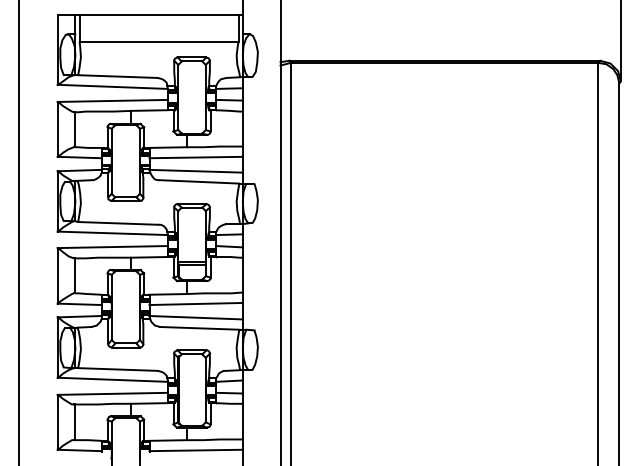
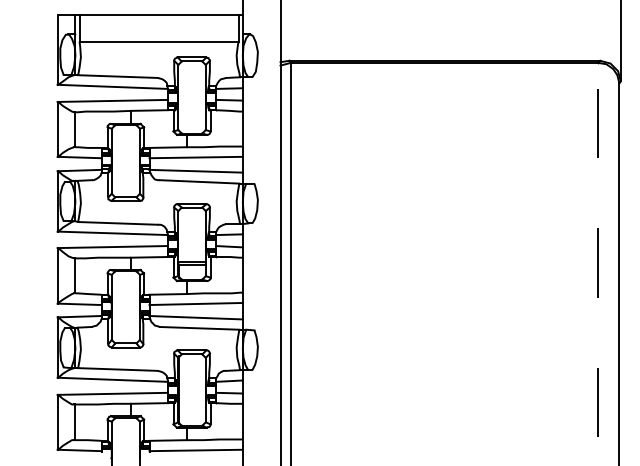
line at (19, 232): present -> none
line at (598, 263): solid -> dashed
